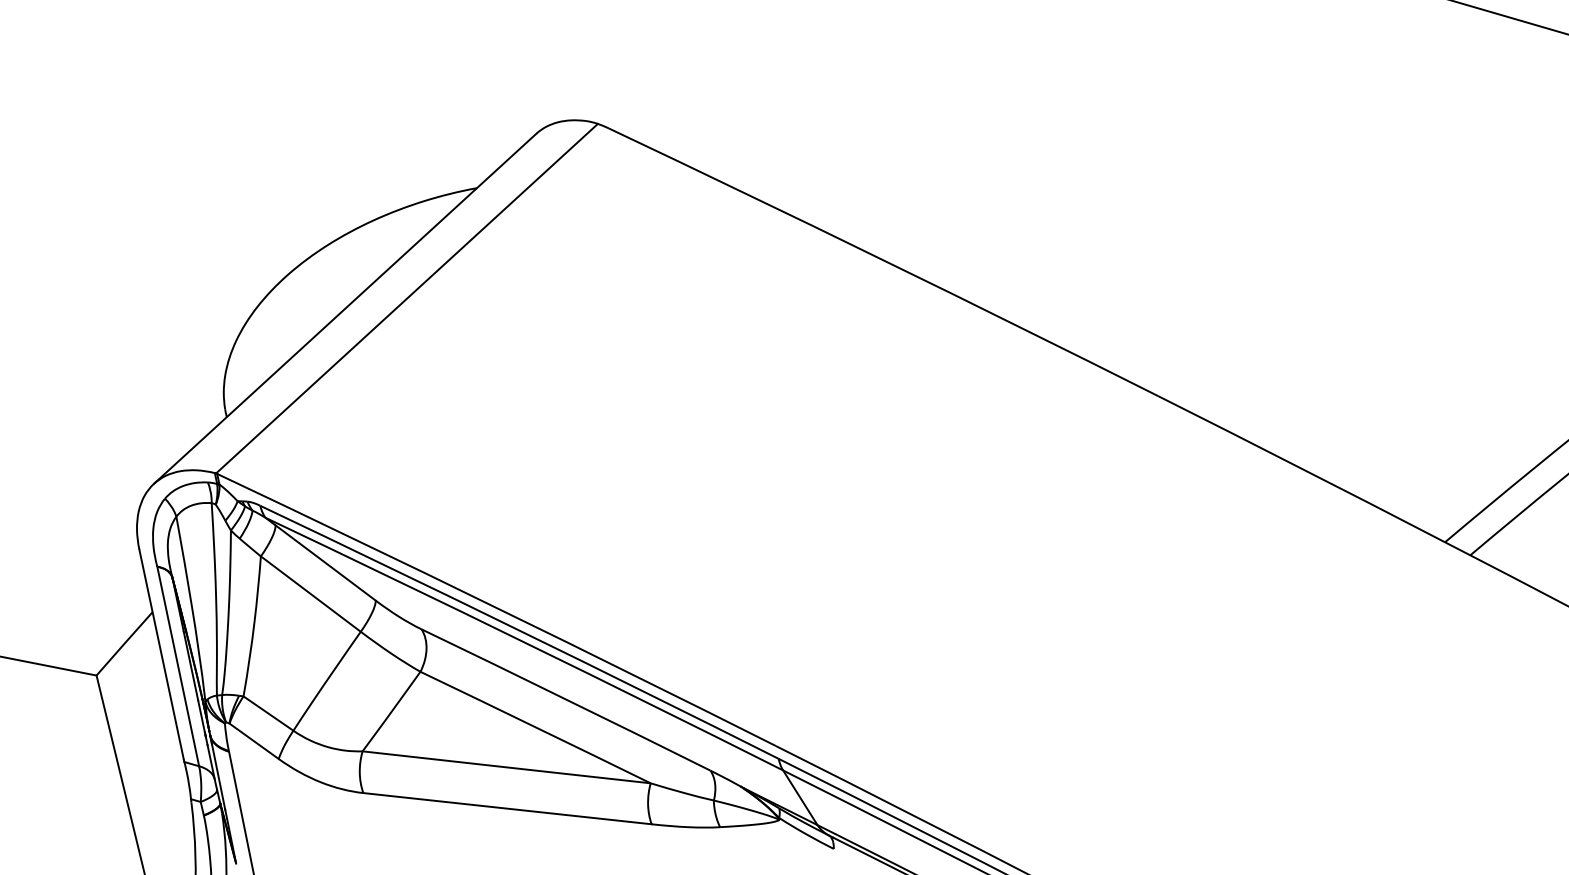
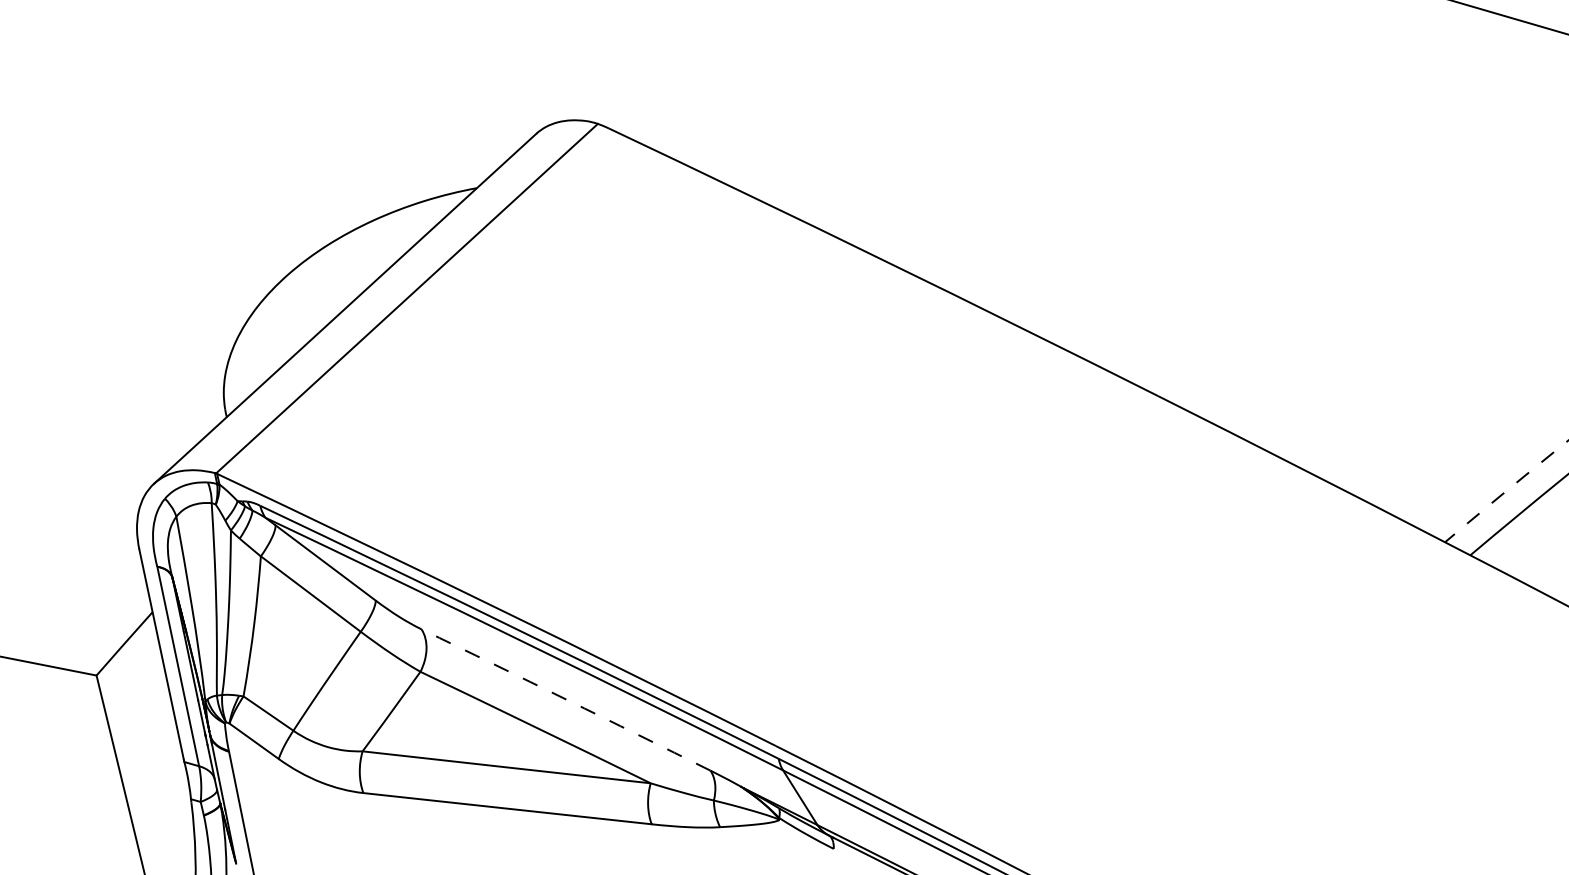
arc at (1506, 491): solid -> dashed
arc at (566, 699): solid -> dashed
